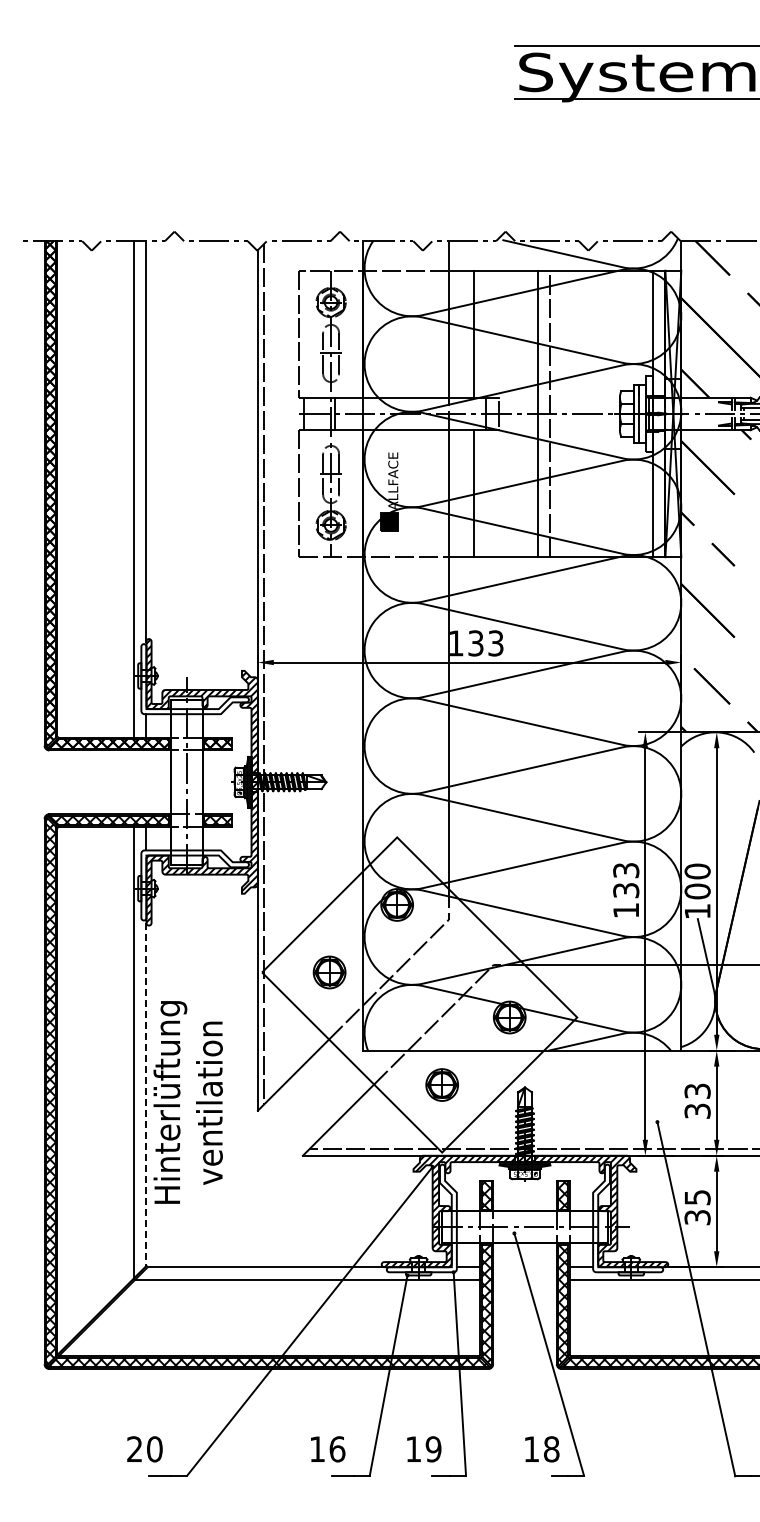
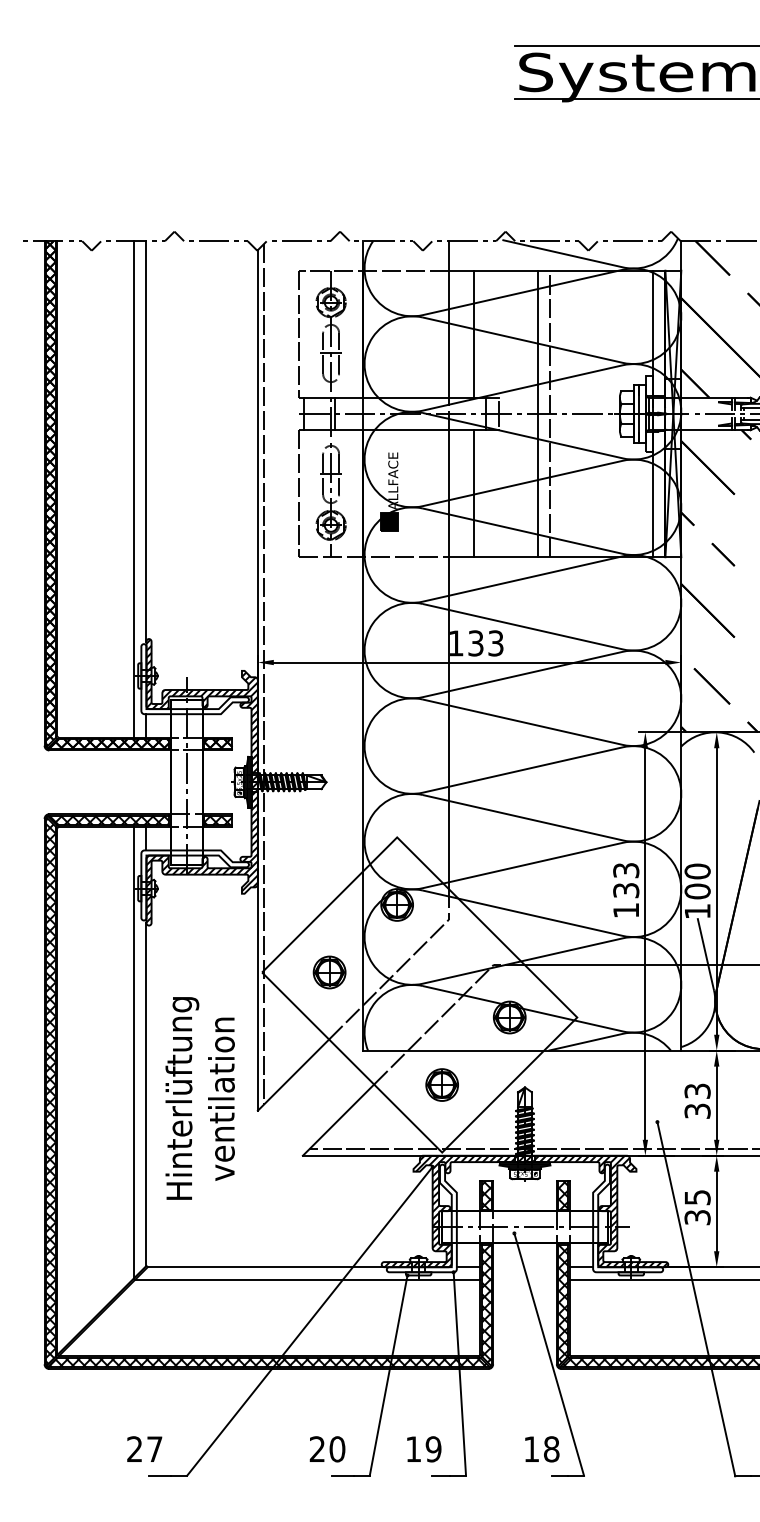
line at (146, 1094): dashed -> solid
text at (187, 1102) position: (187, 1102) -> (199, 1098)
text at (154, 1449): 20 -> 27
text at (327, 1449): 16 -> 20
